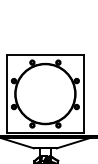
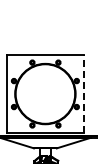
line at (84, 94): solid -> dashed
